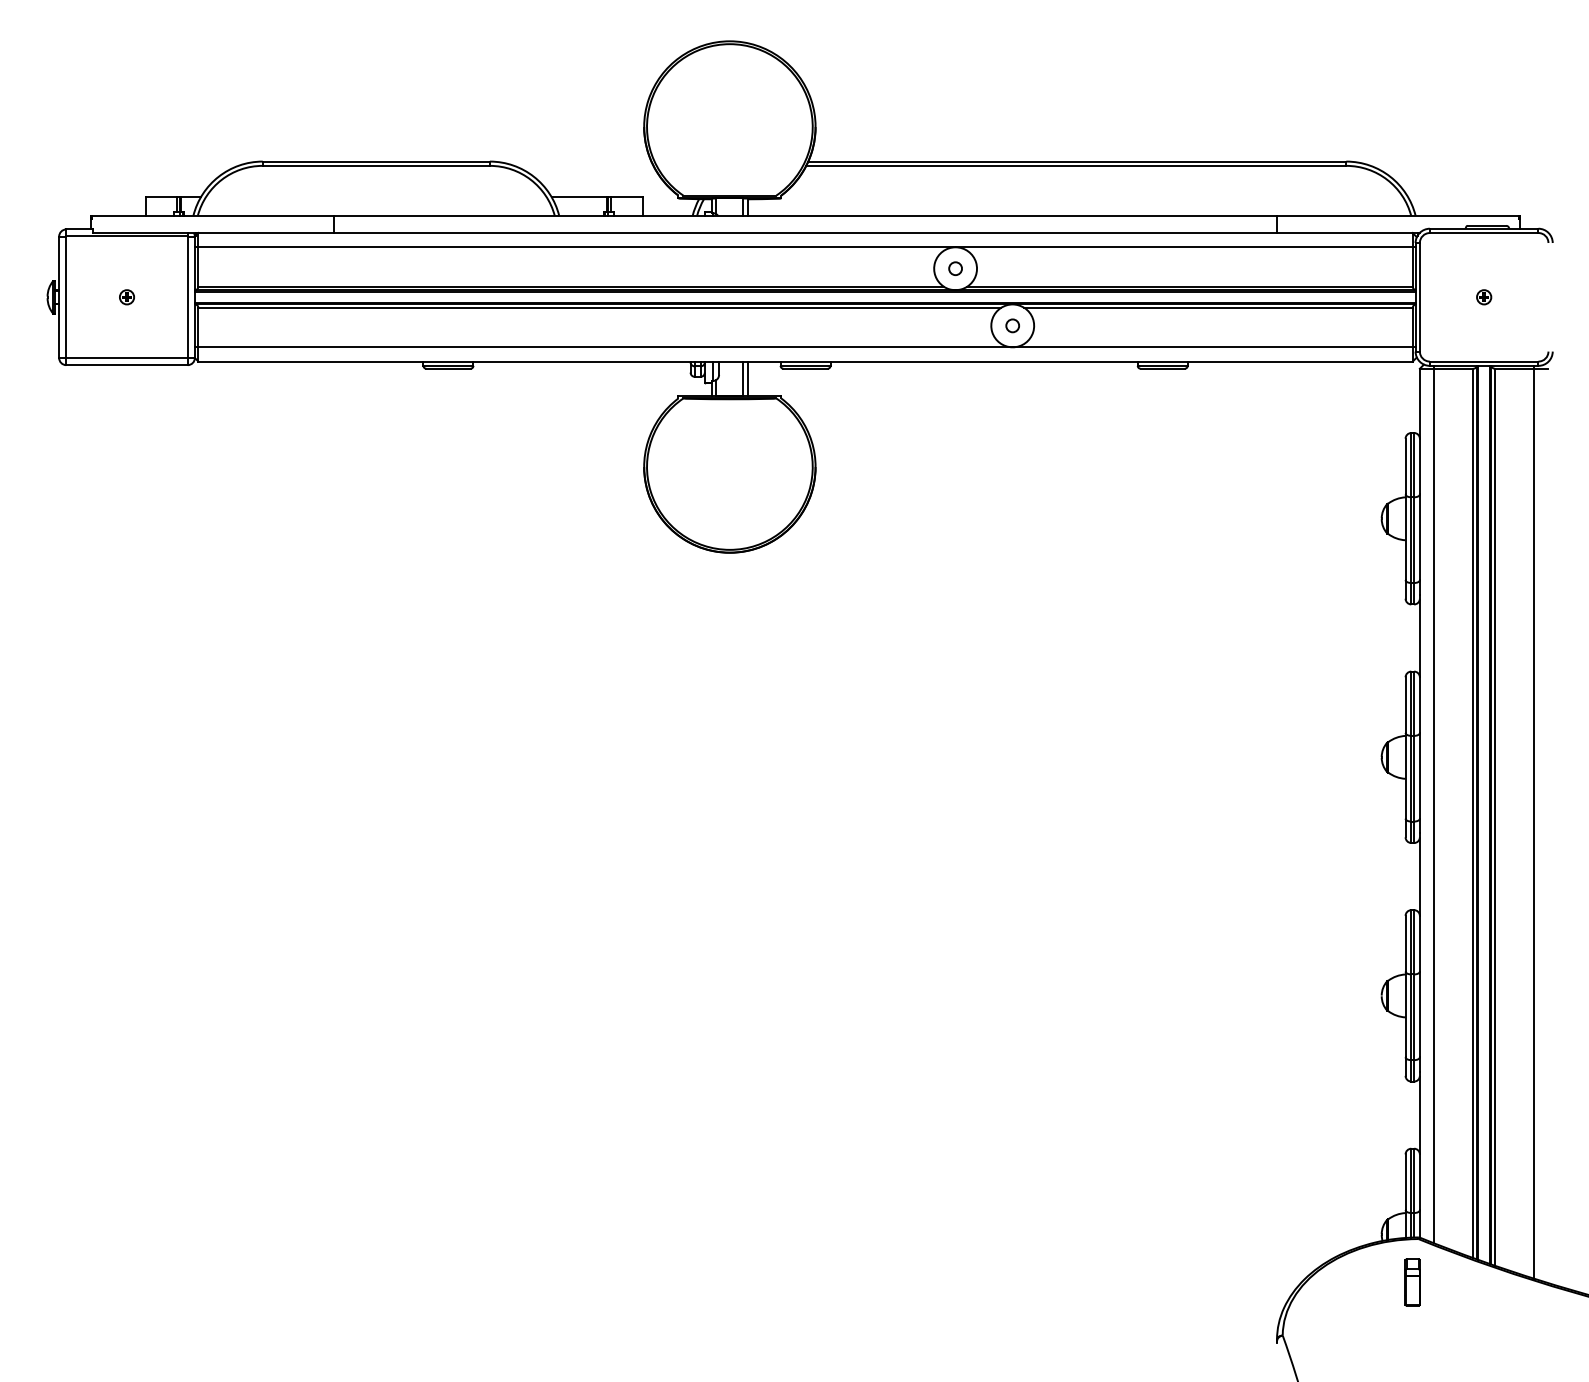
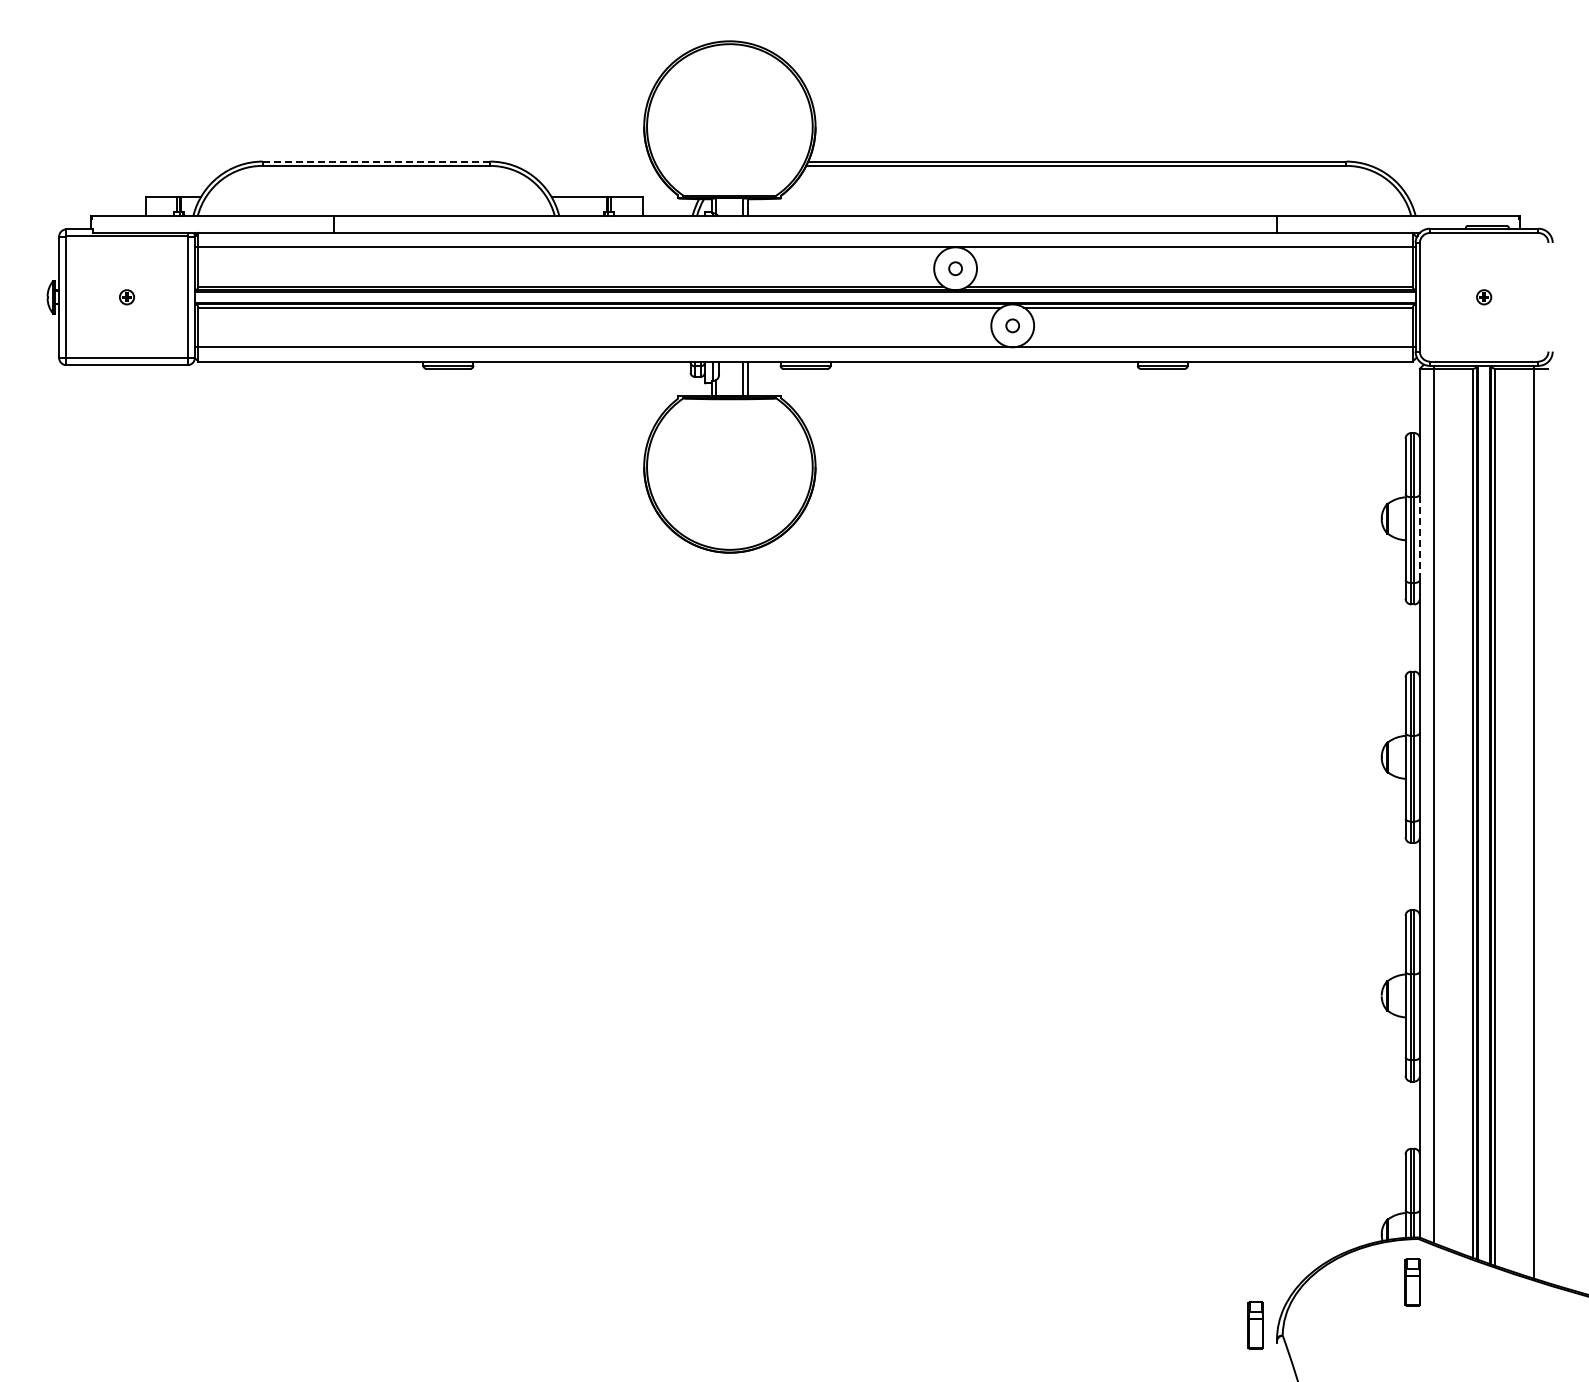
line at (376, 161): solid -> dashed
line at (1419, 537): solid -> dashed
part at (1255, 1325): none -> present
